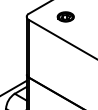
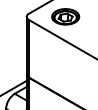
part at (65, 16) size: 19x12 px -> 30x18 px
